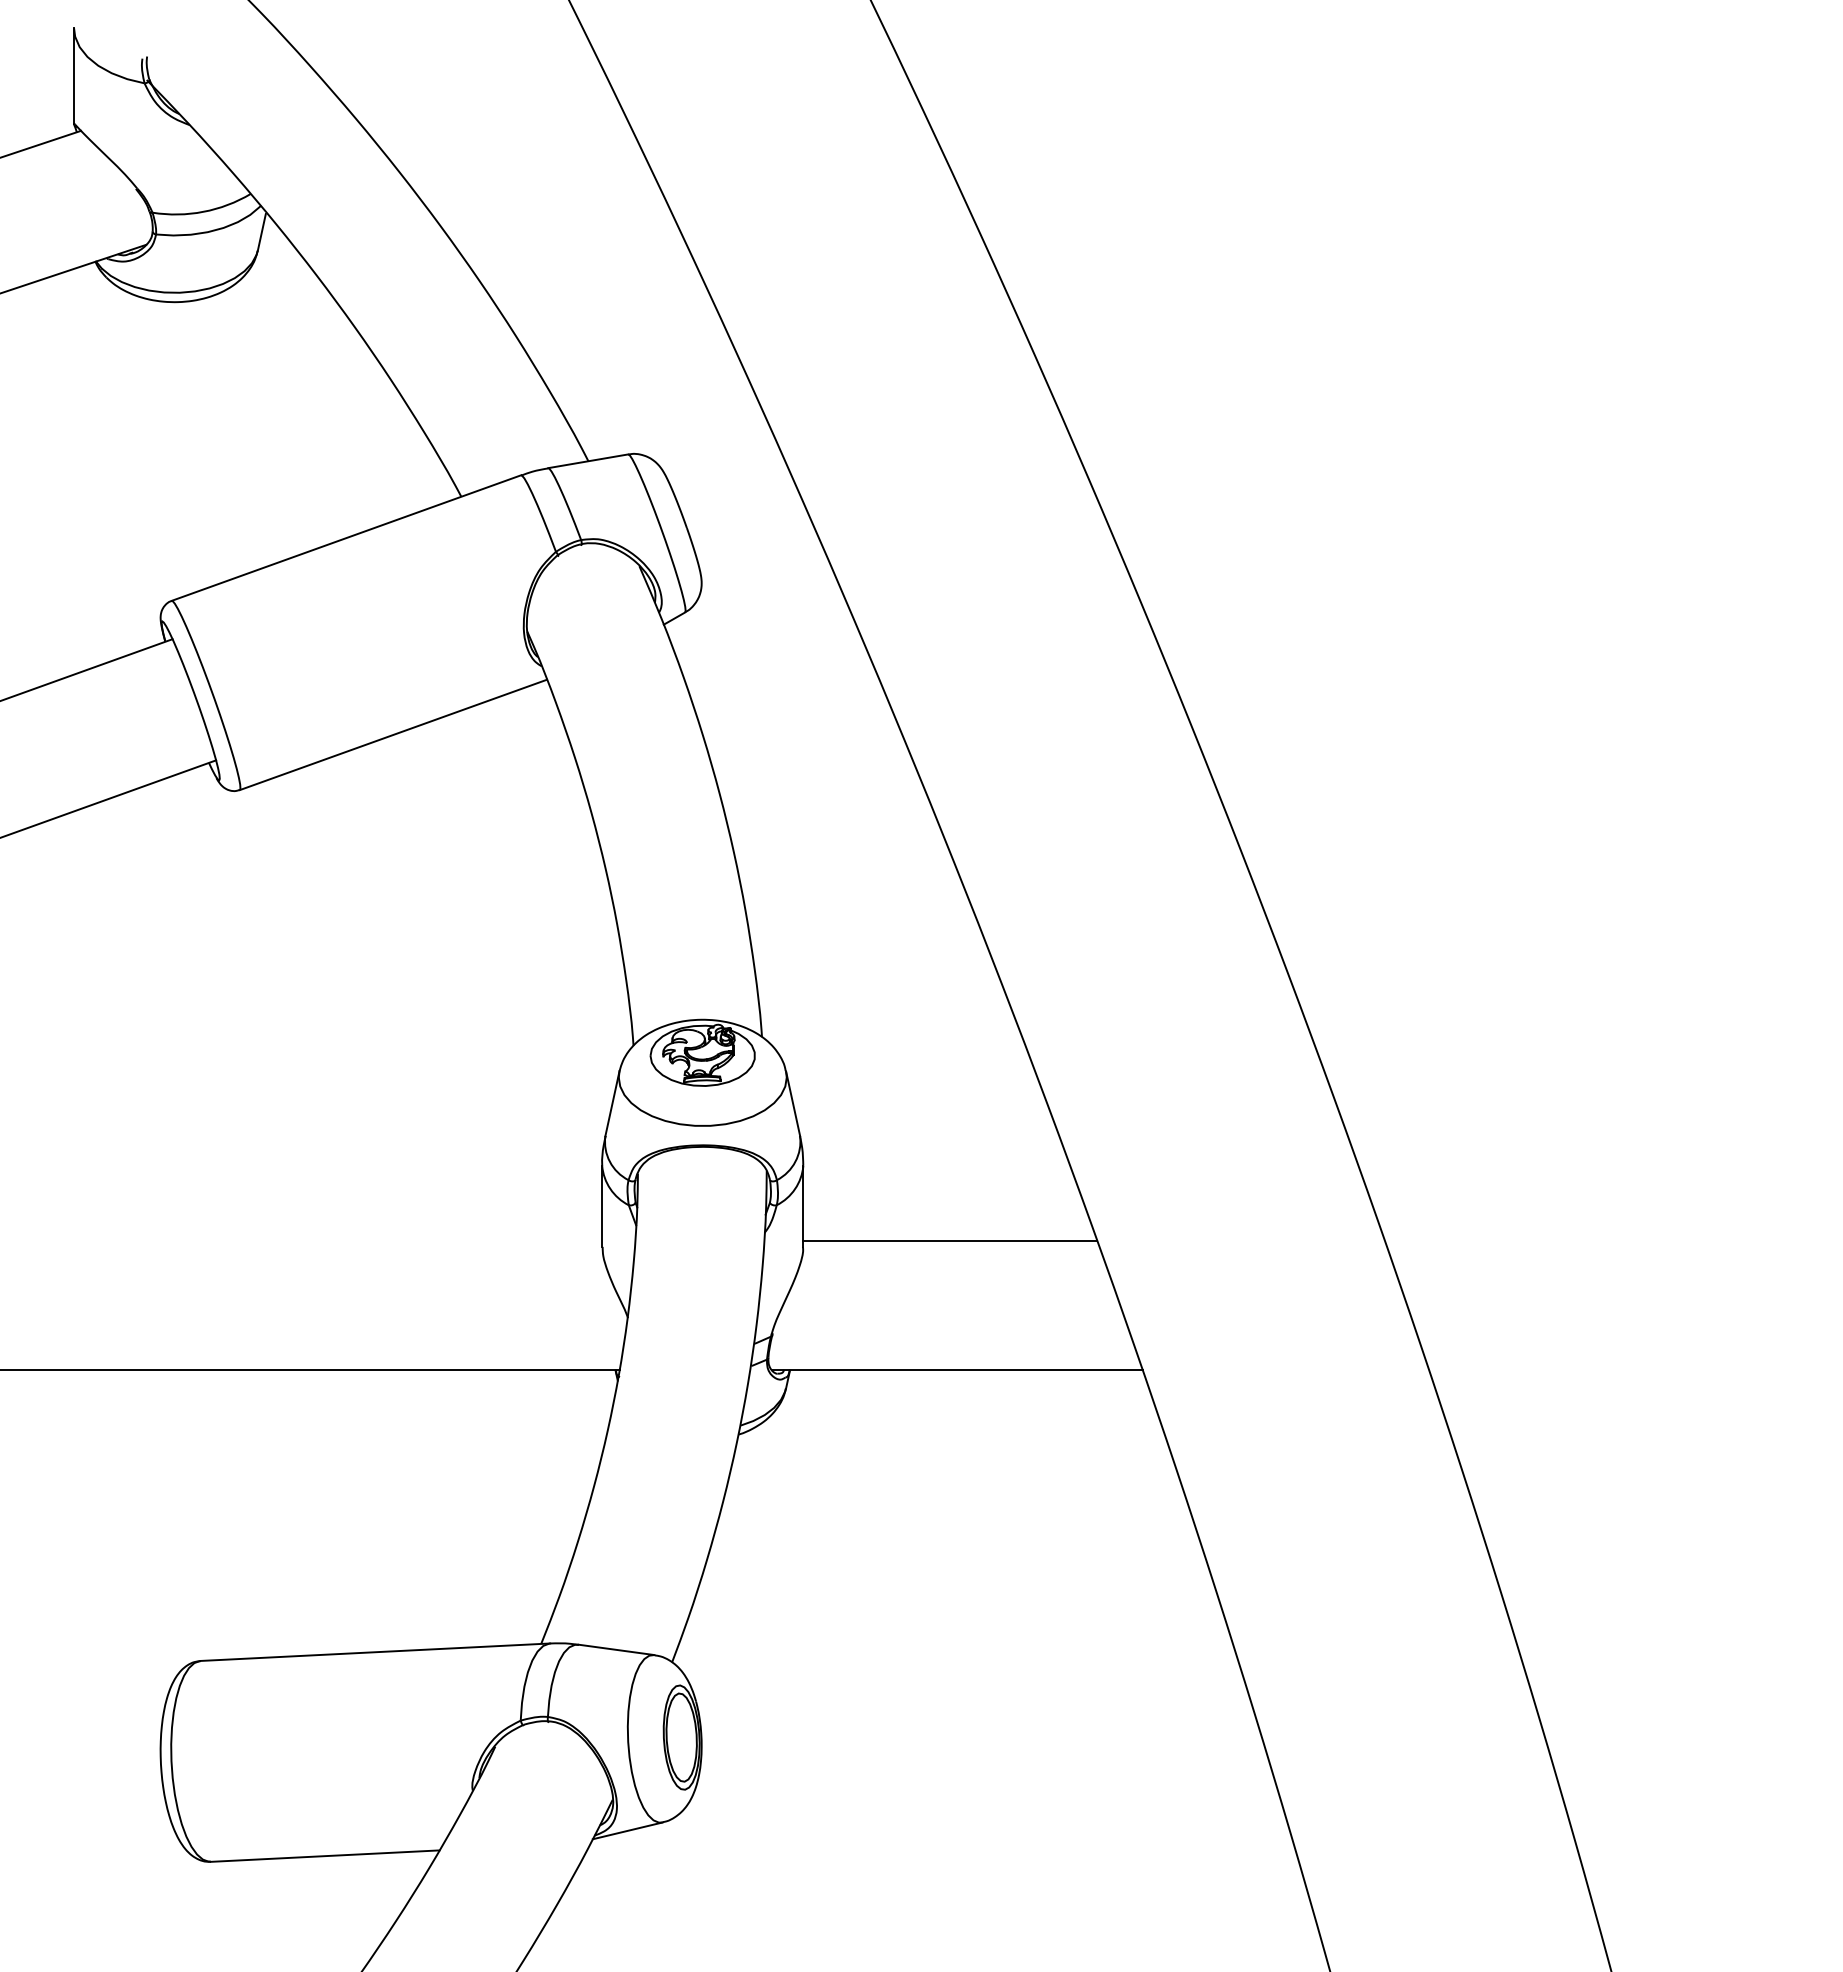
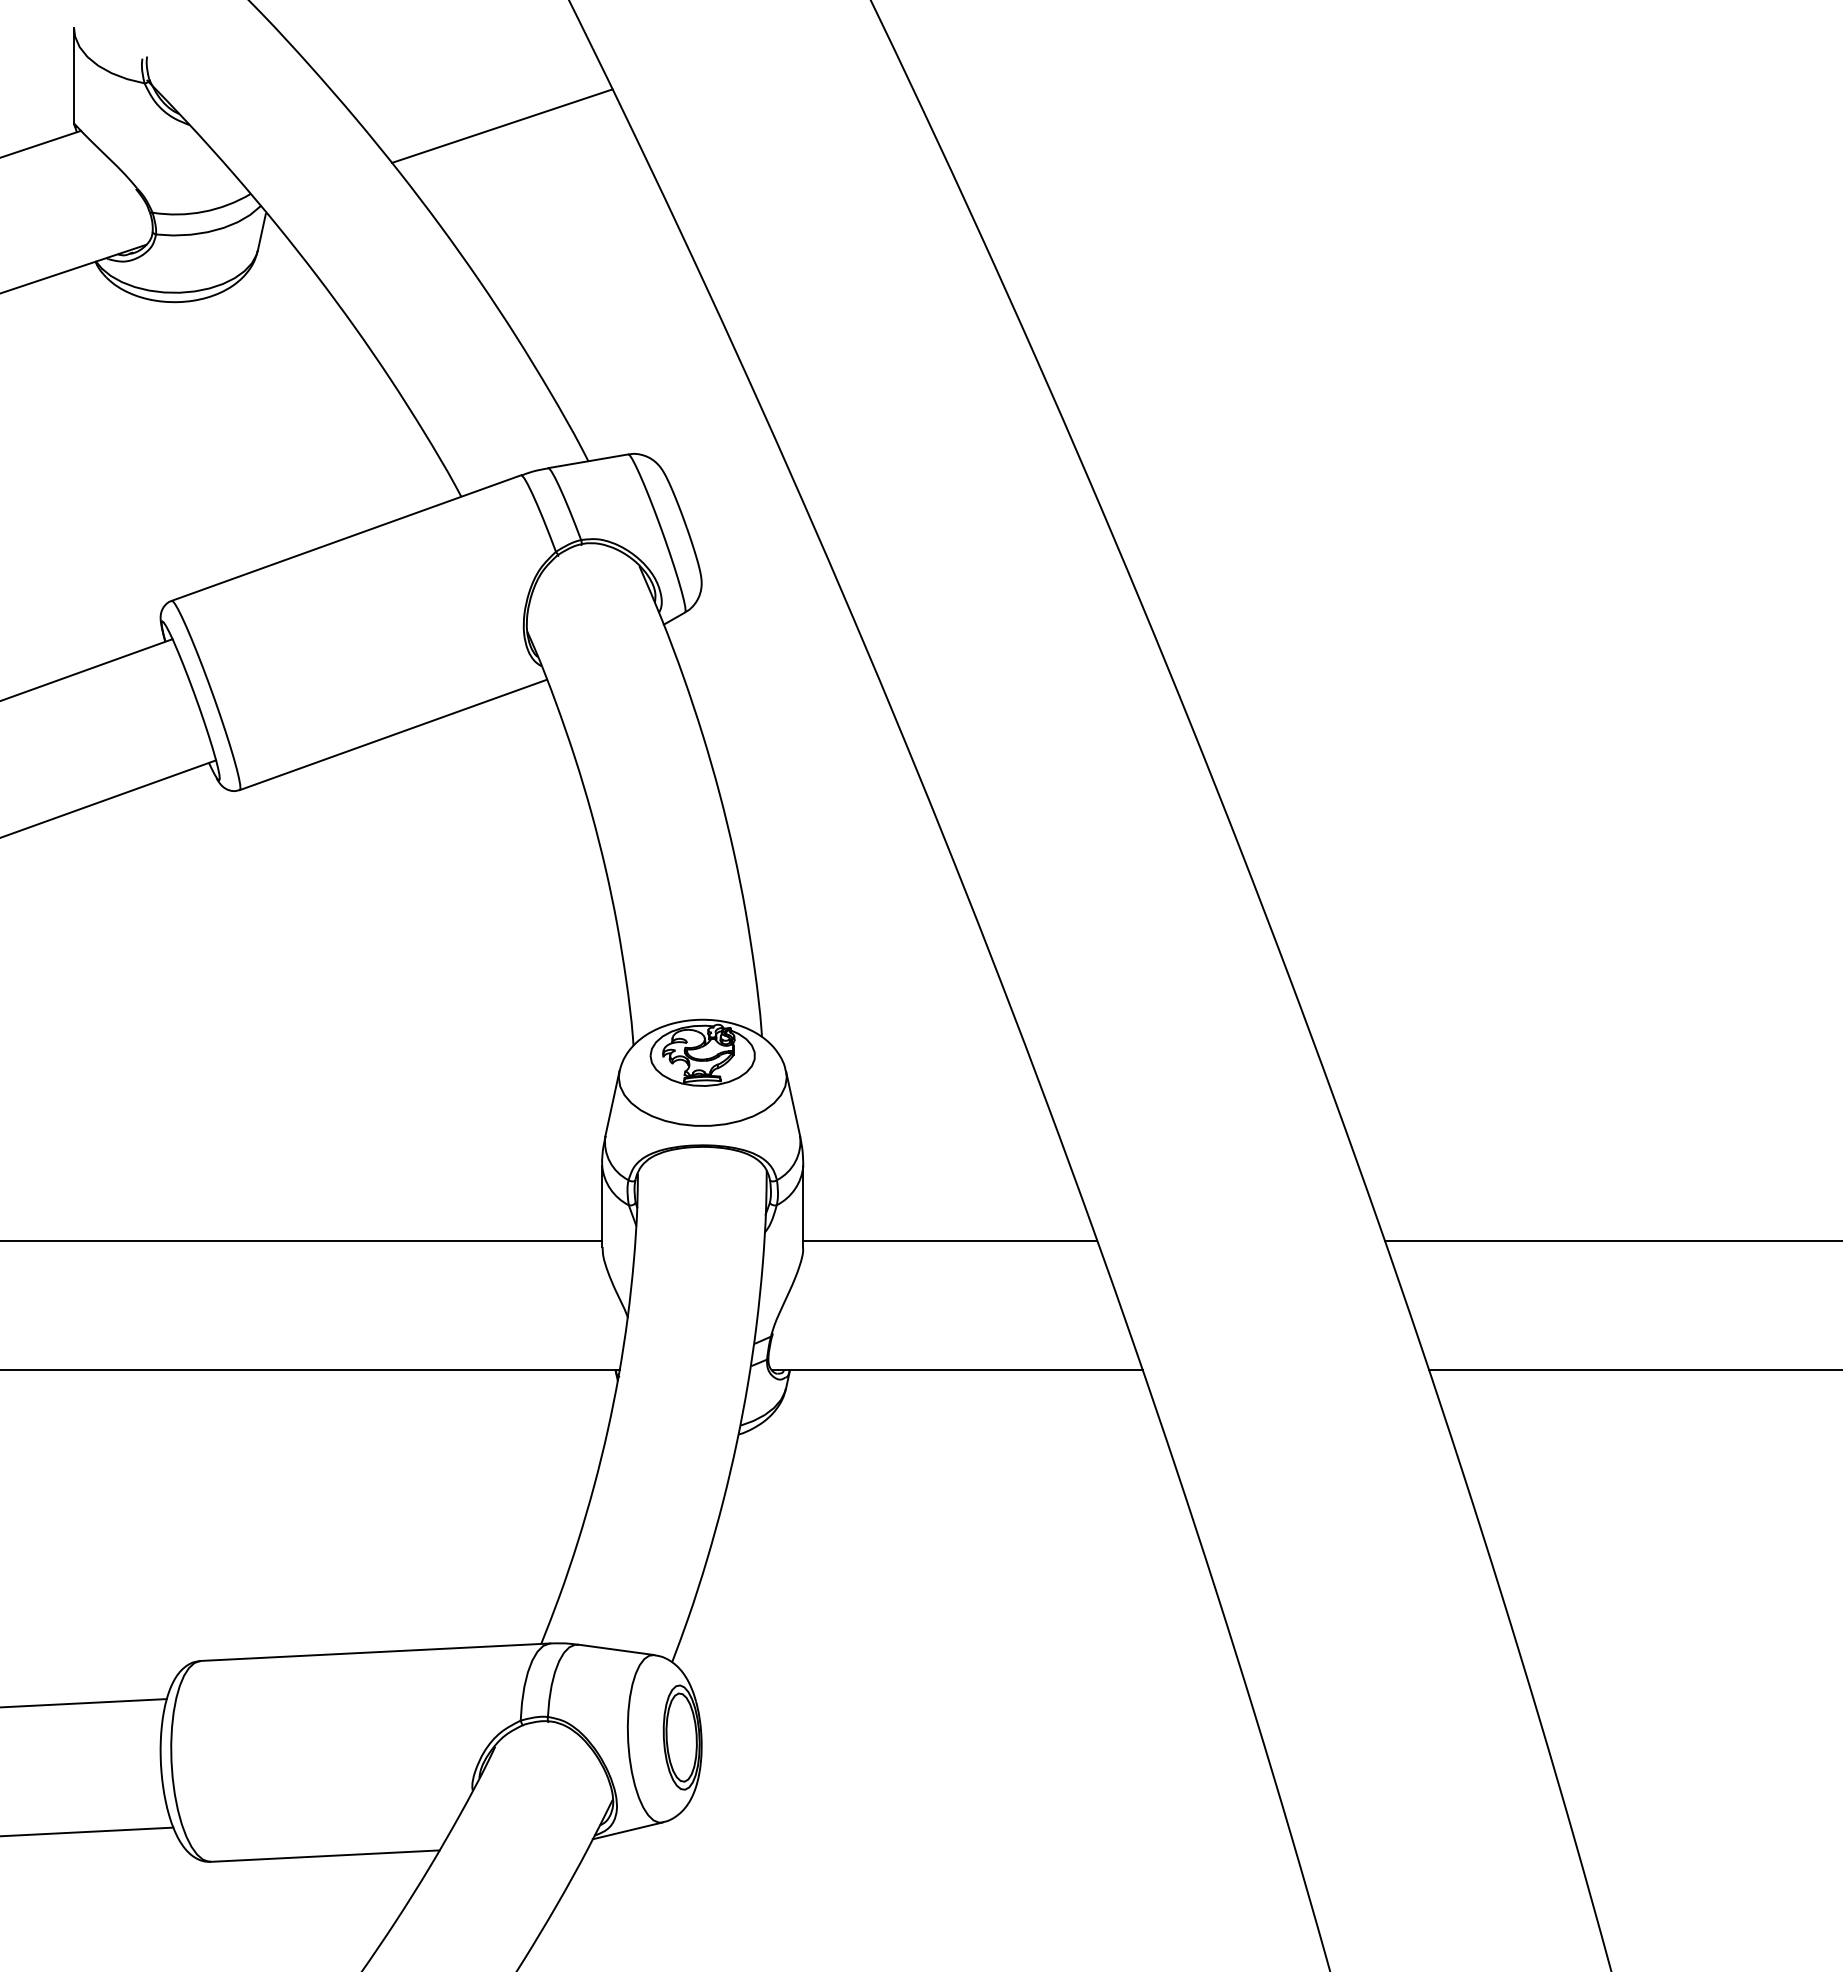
line at (501, 125): none -> present
line at (302, 1241): none -> present
line at (1611, 1241): none -> present
line at (1633, 1369): none -> present
line at (84, 1703): none -> present
line at (87, 1831): none -> present
